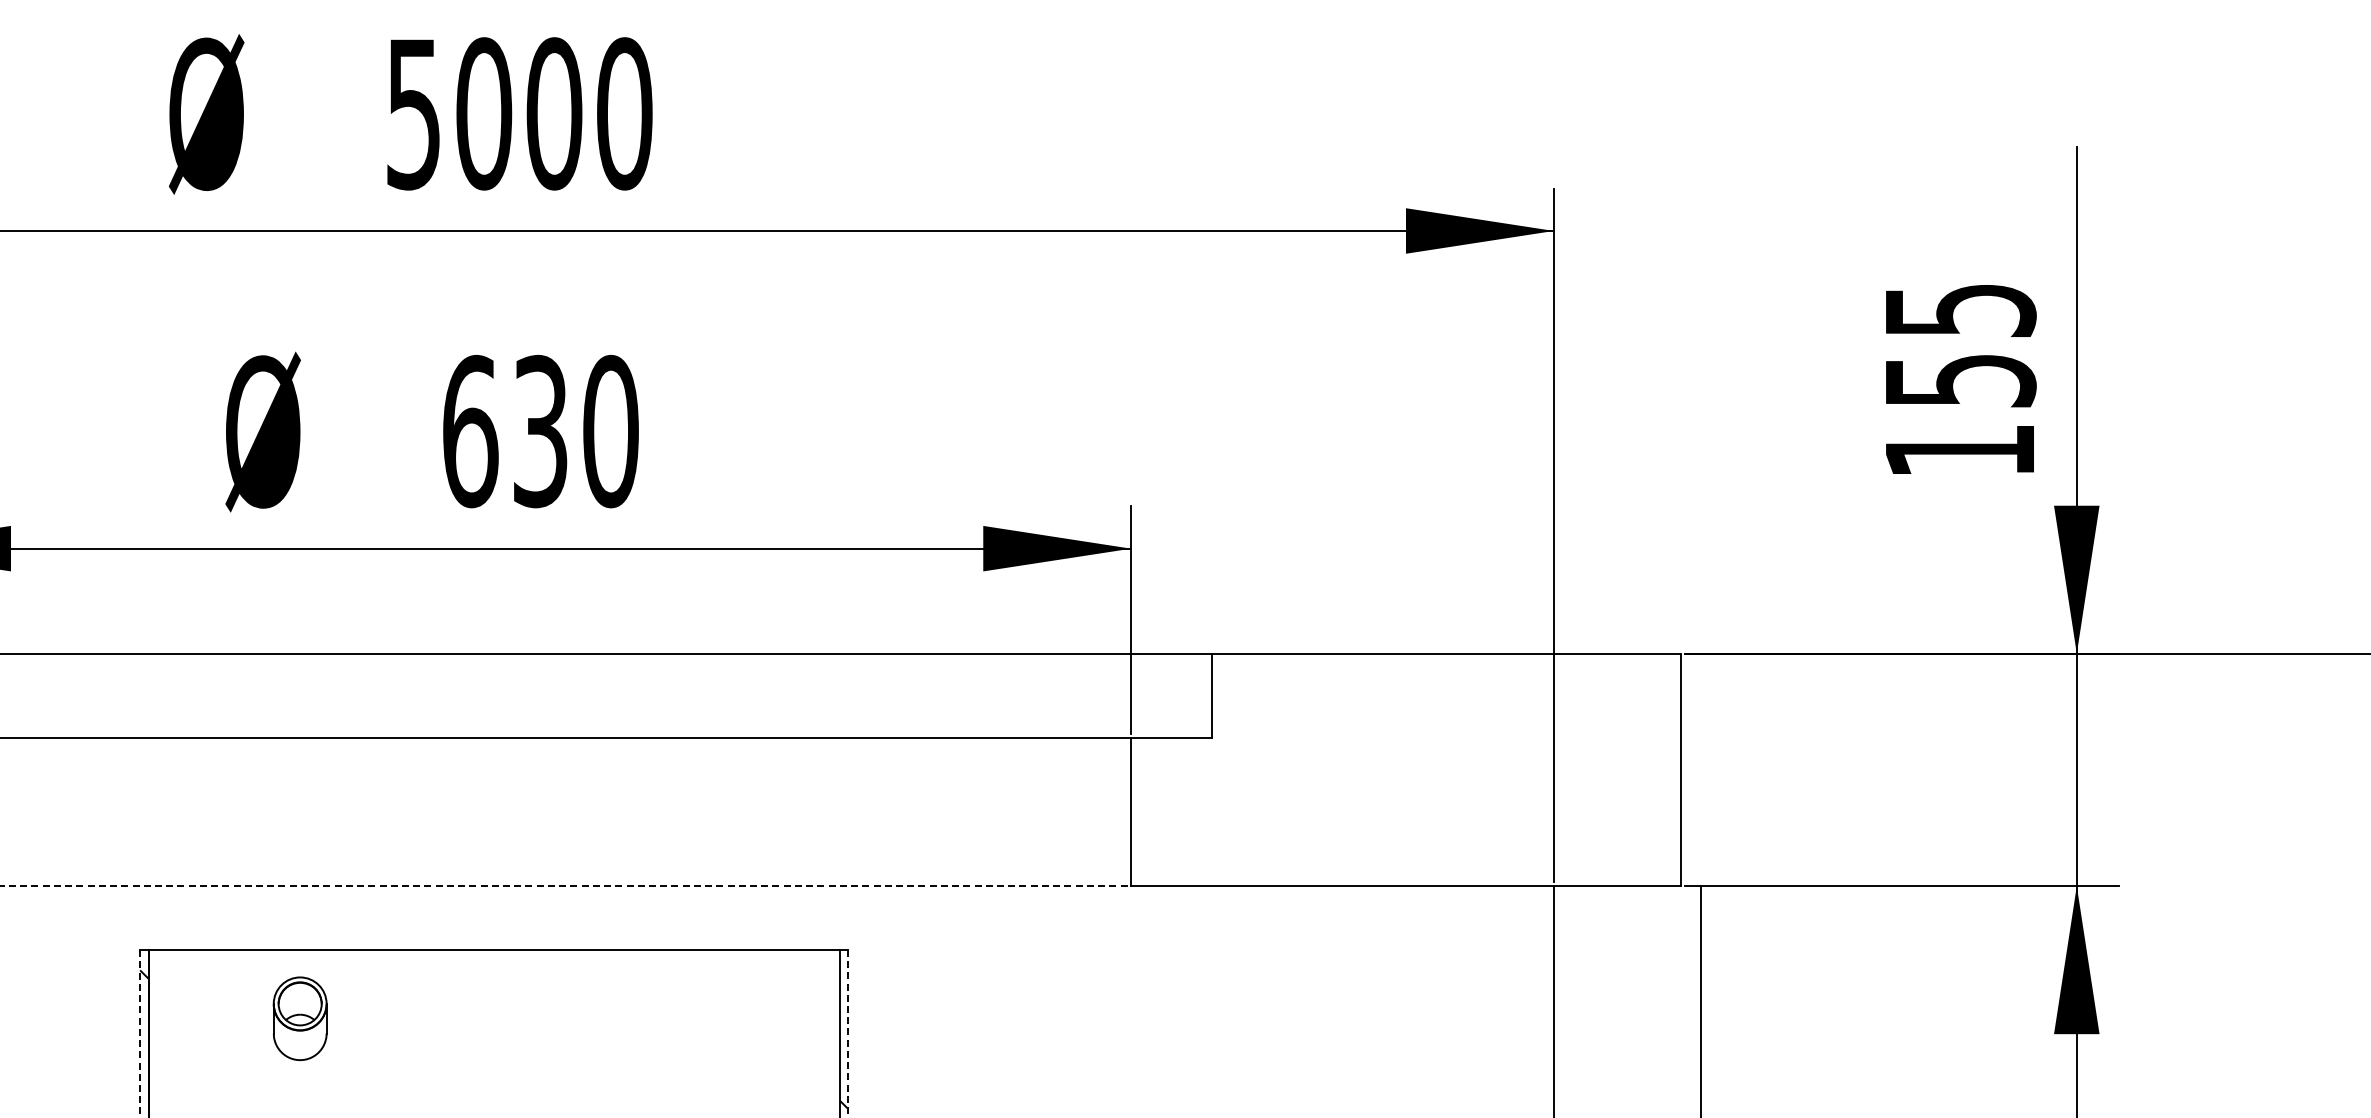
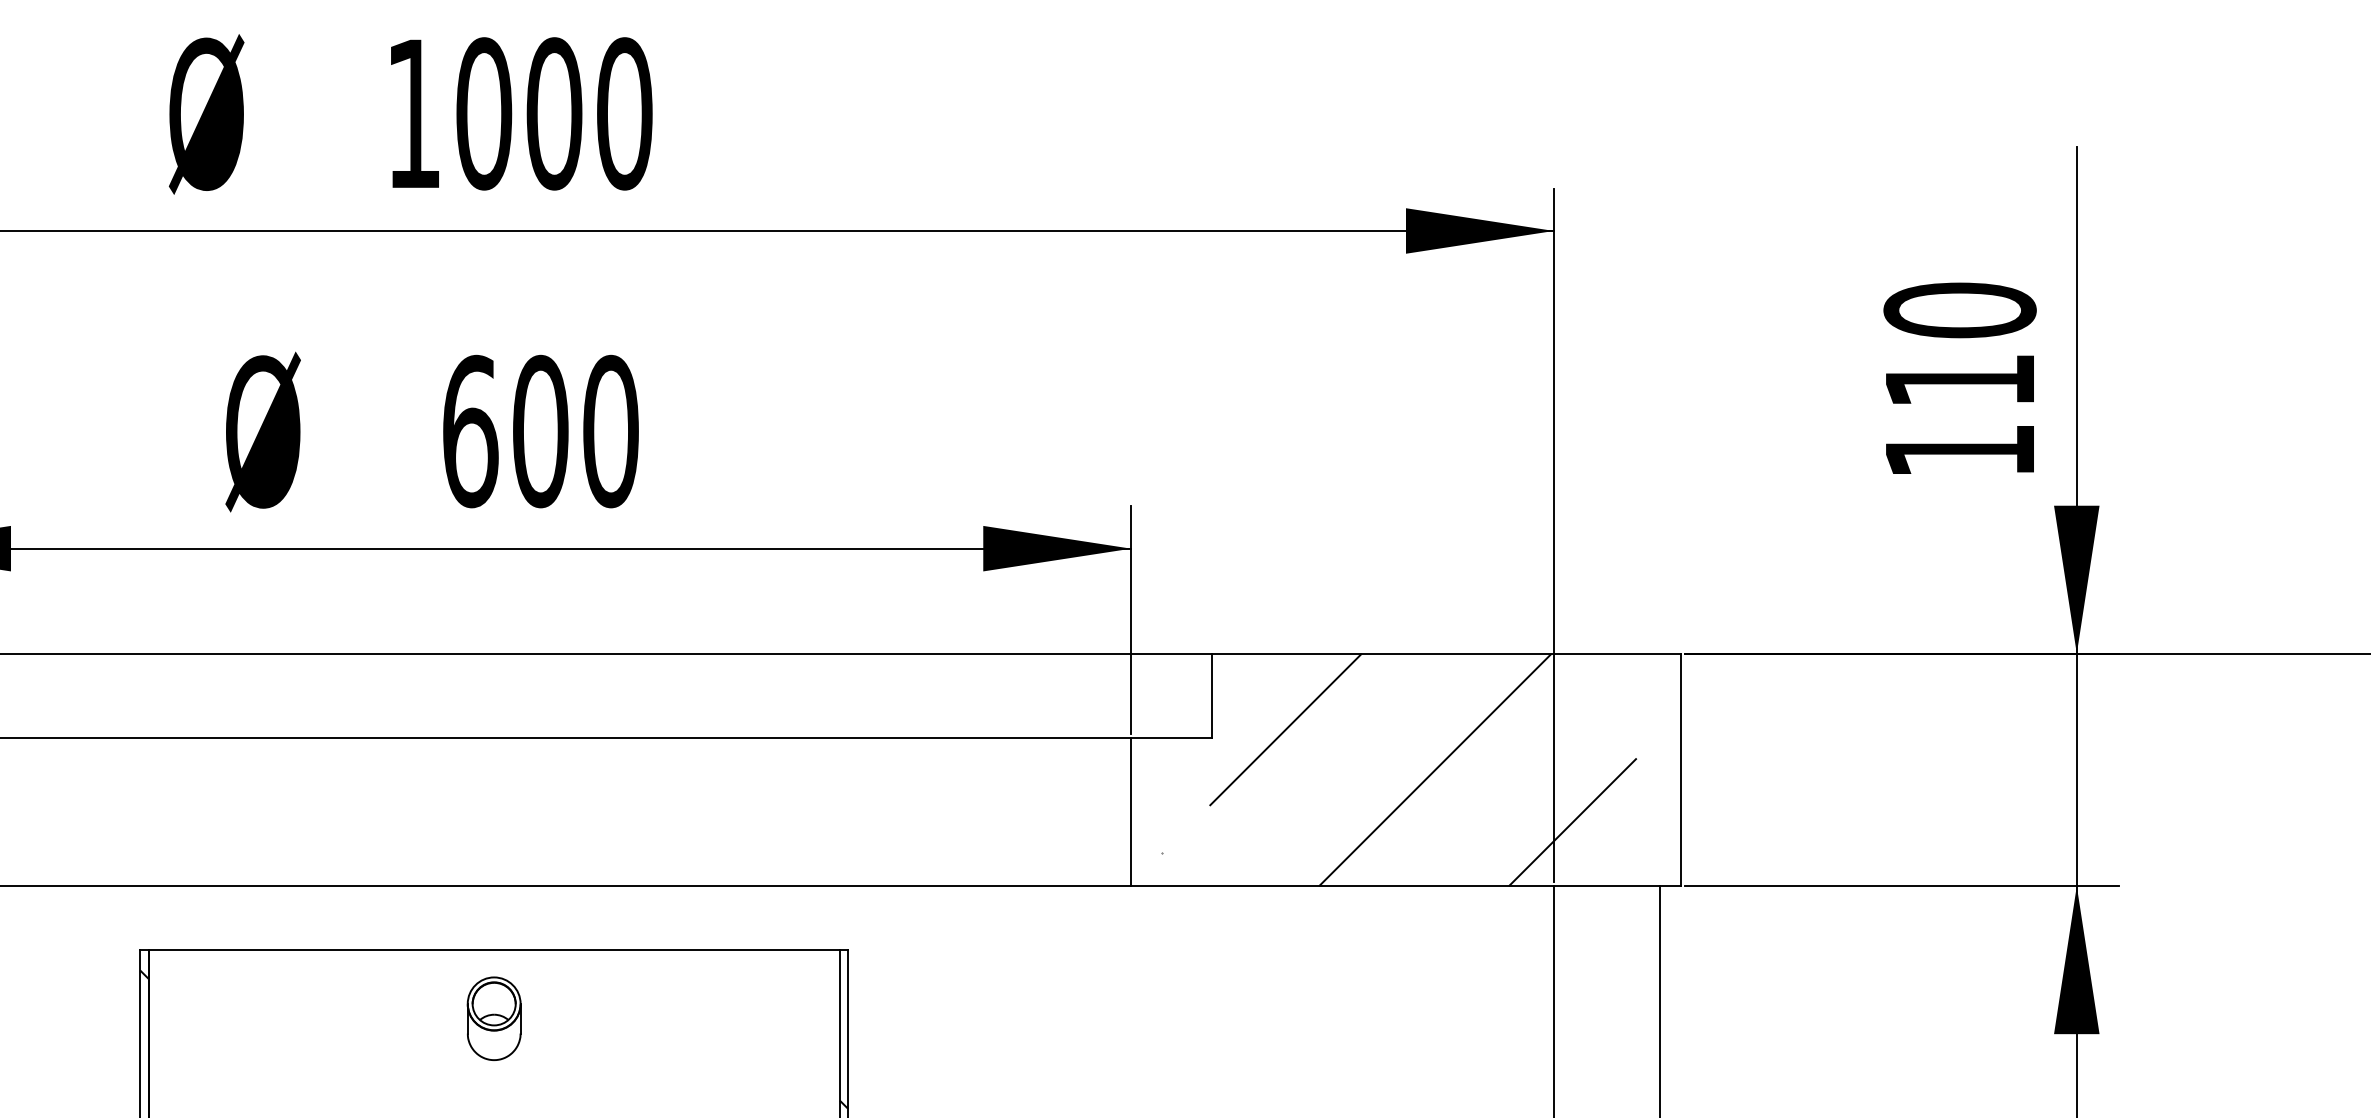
text at (413, 114): 5000 -> 1000
text at (1959, 344): 155 -> 110
text at (540, 431): 630 -> 600
hatch at (1399, 769): none -> present
line at (566, 886): dashed -> solid
line at (1700, 1000) position: (1700, 1000) -> (1659, 1000)
part at (299, 1018) position: (299, 1018) -> (493, 1018)
line at (140, 1033): dashed -> solid
line at (848, 1033): dashed -> solid
